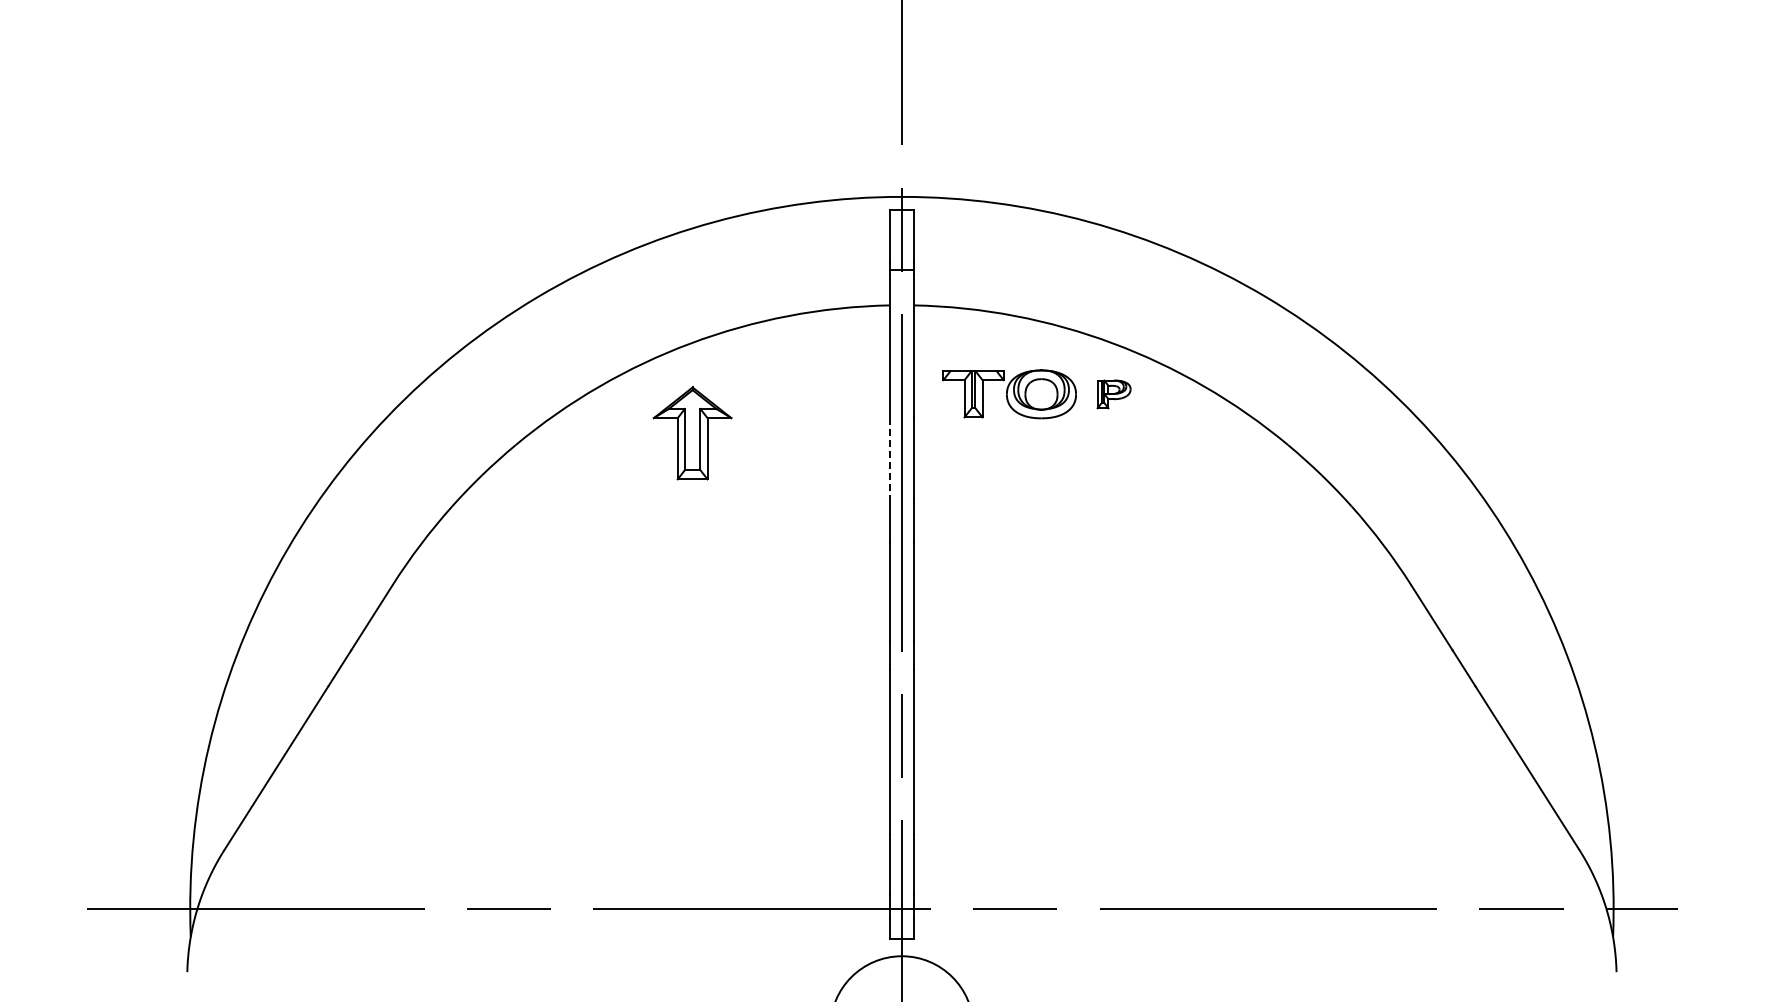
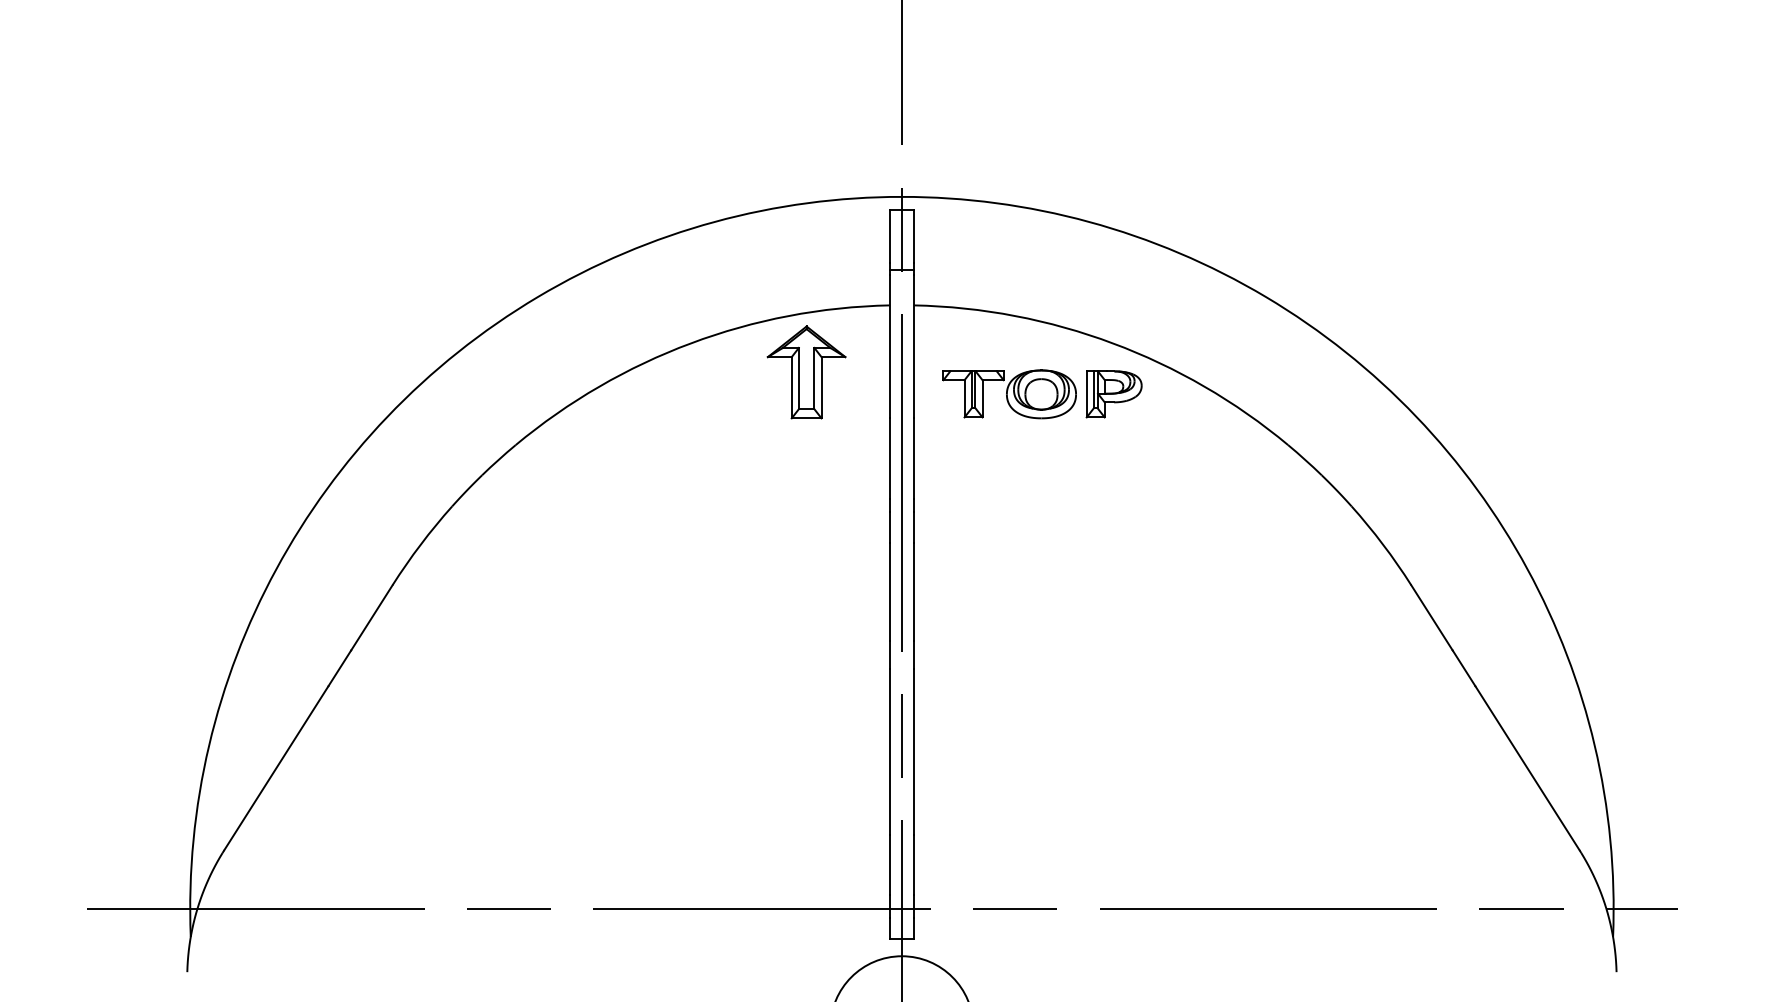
part at (1113, 394) size: 36x31 px -> 58x49 px
part at (692, 433) position: (692, 433) -> (806, 372)
line at (890, 458): dashed -> solid
